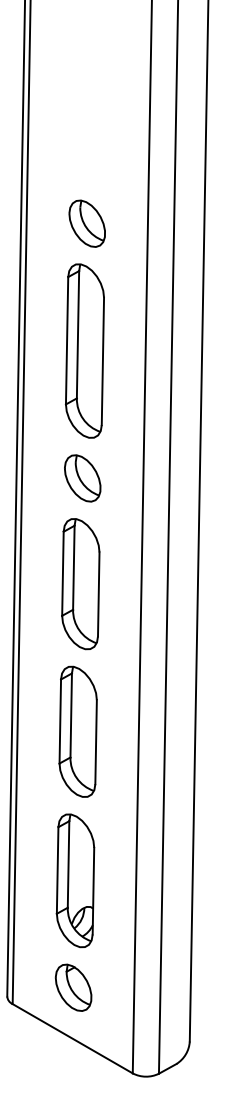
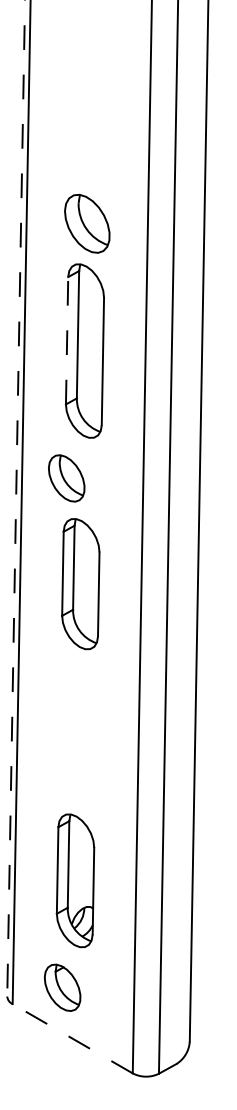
part at (86, 223) size: 38x49 px -> 47x61 px
line at (67, 340): solid -> dashed
part at (82, 478) position: (82, 478) -> (66, 478)
line at (16, 498): solid -> dashed
part at (77, 731): present -> none
part at (73, 987) position: (73, 987) -> (62, 987)
line at (72, 1038): solid -> dashed
